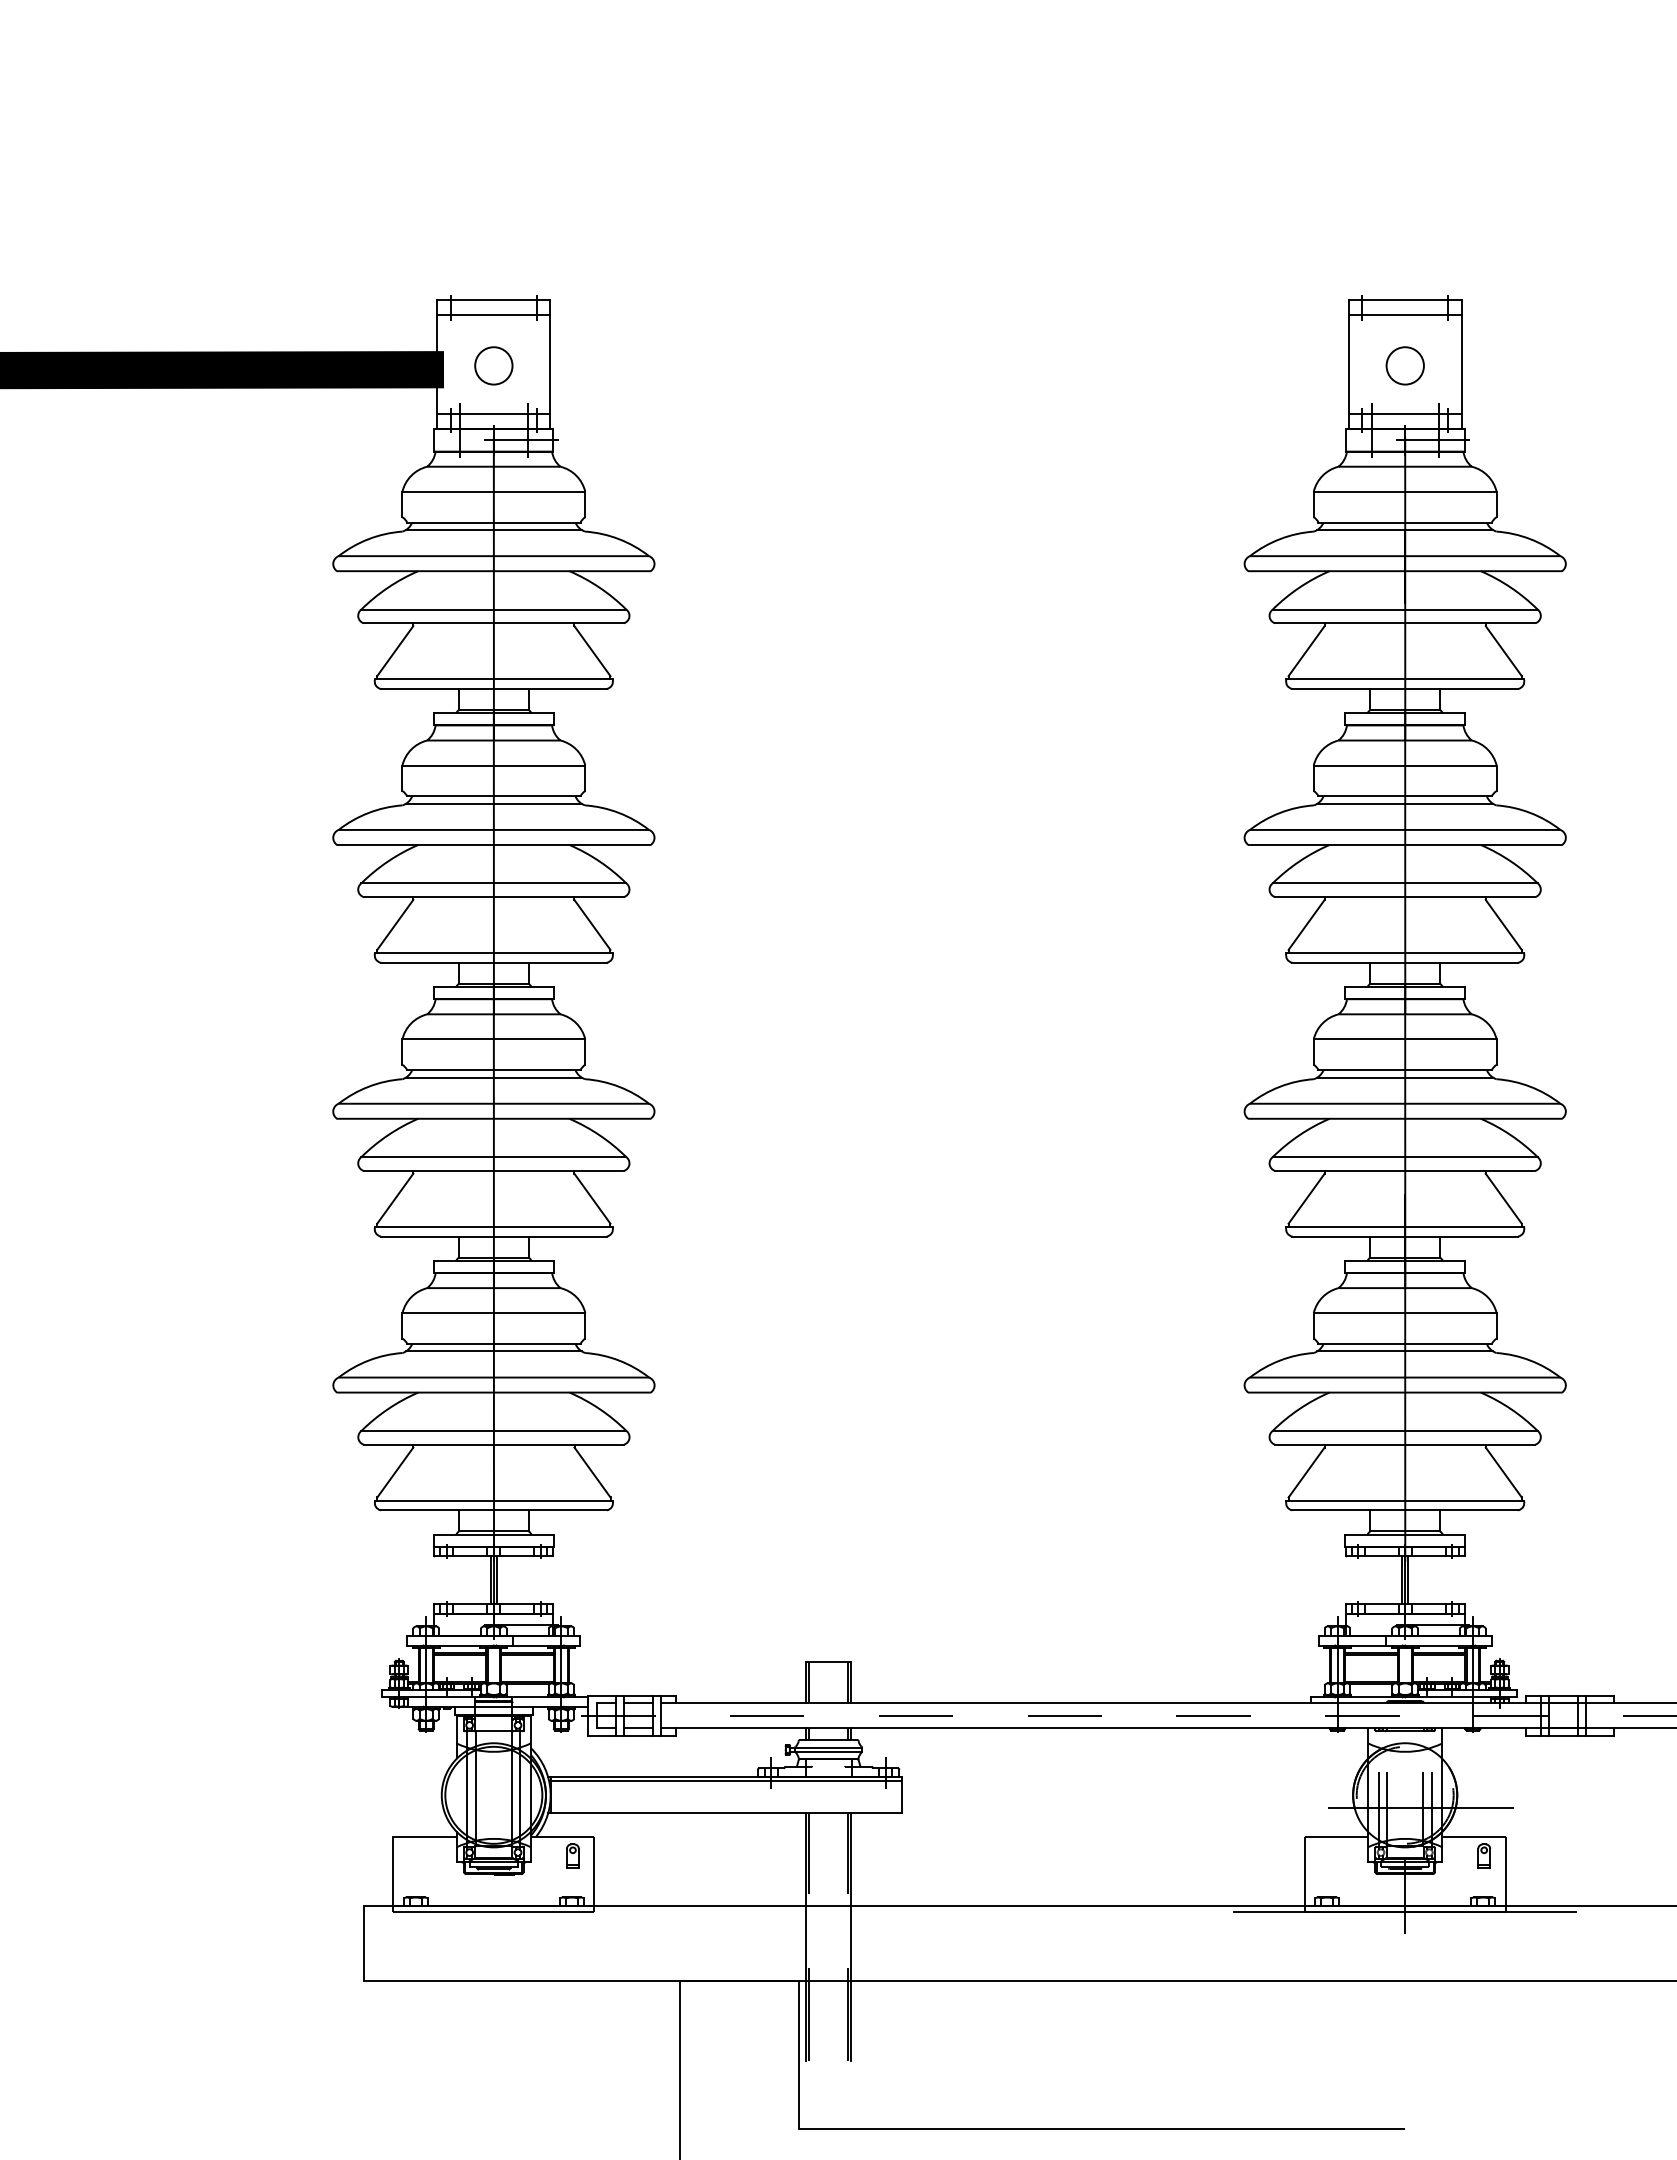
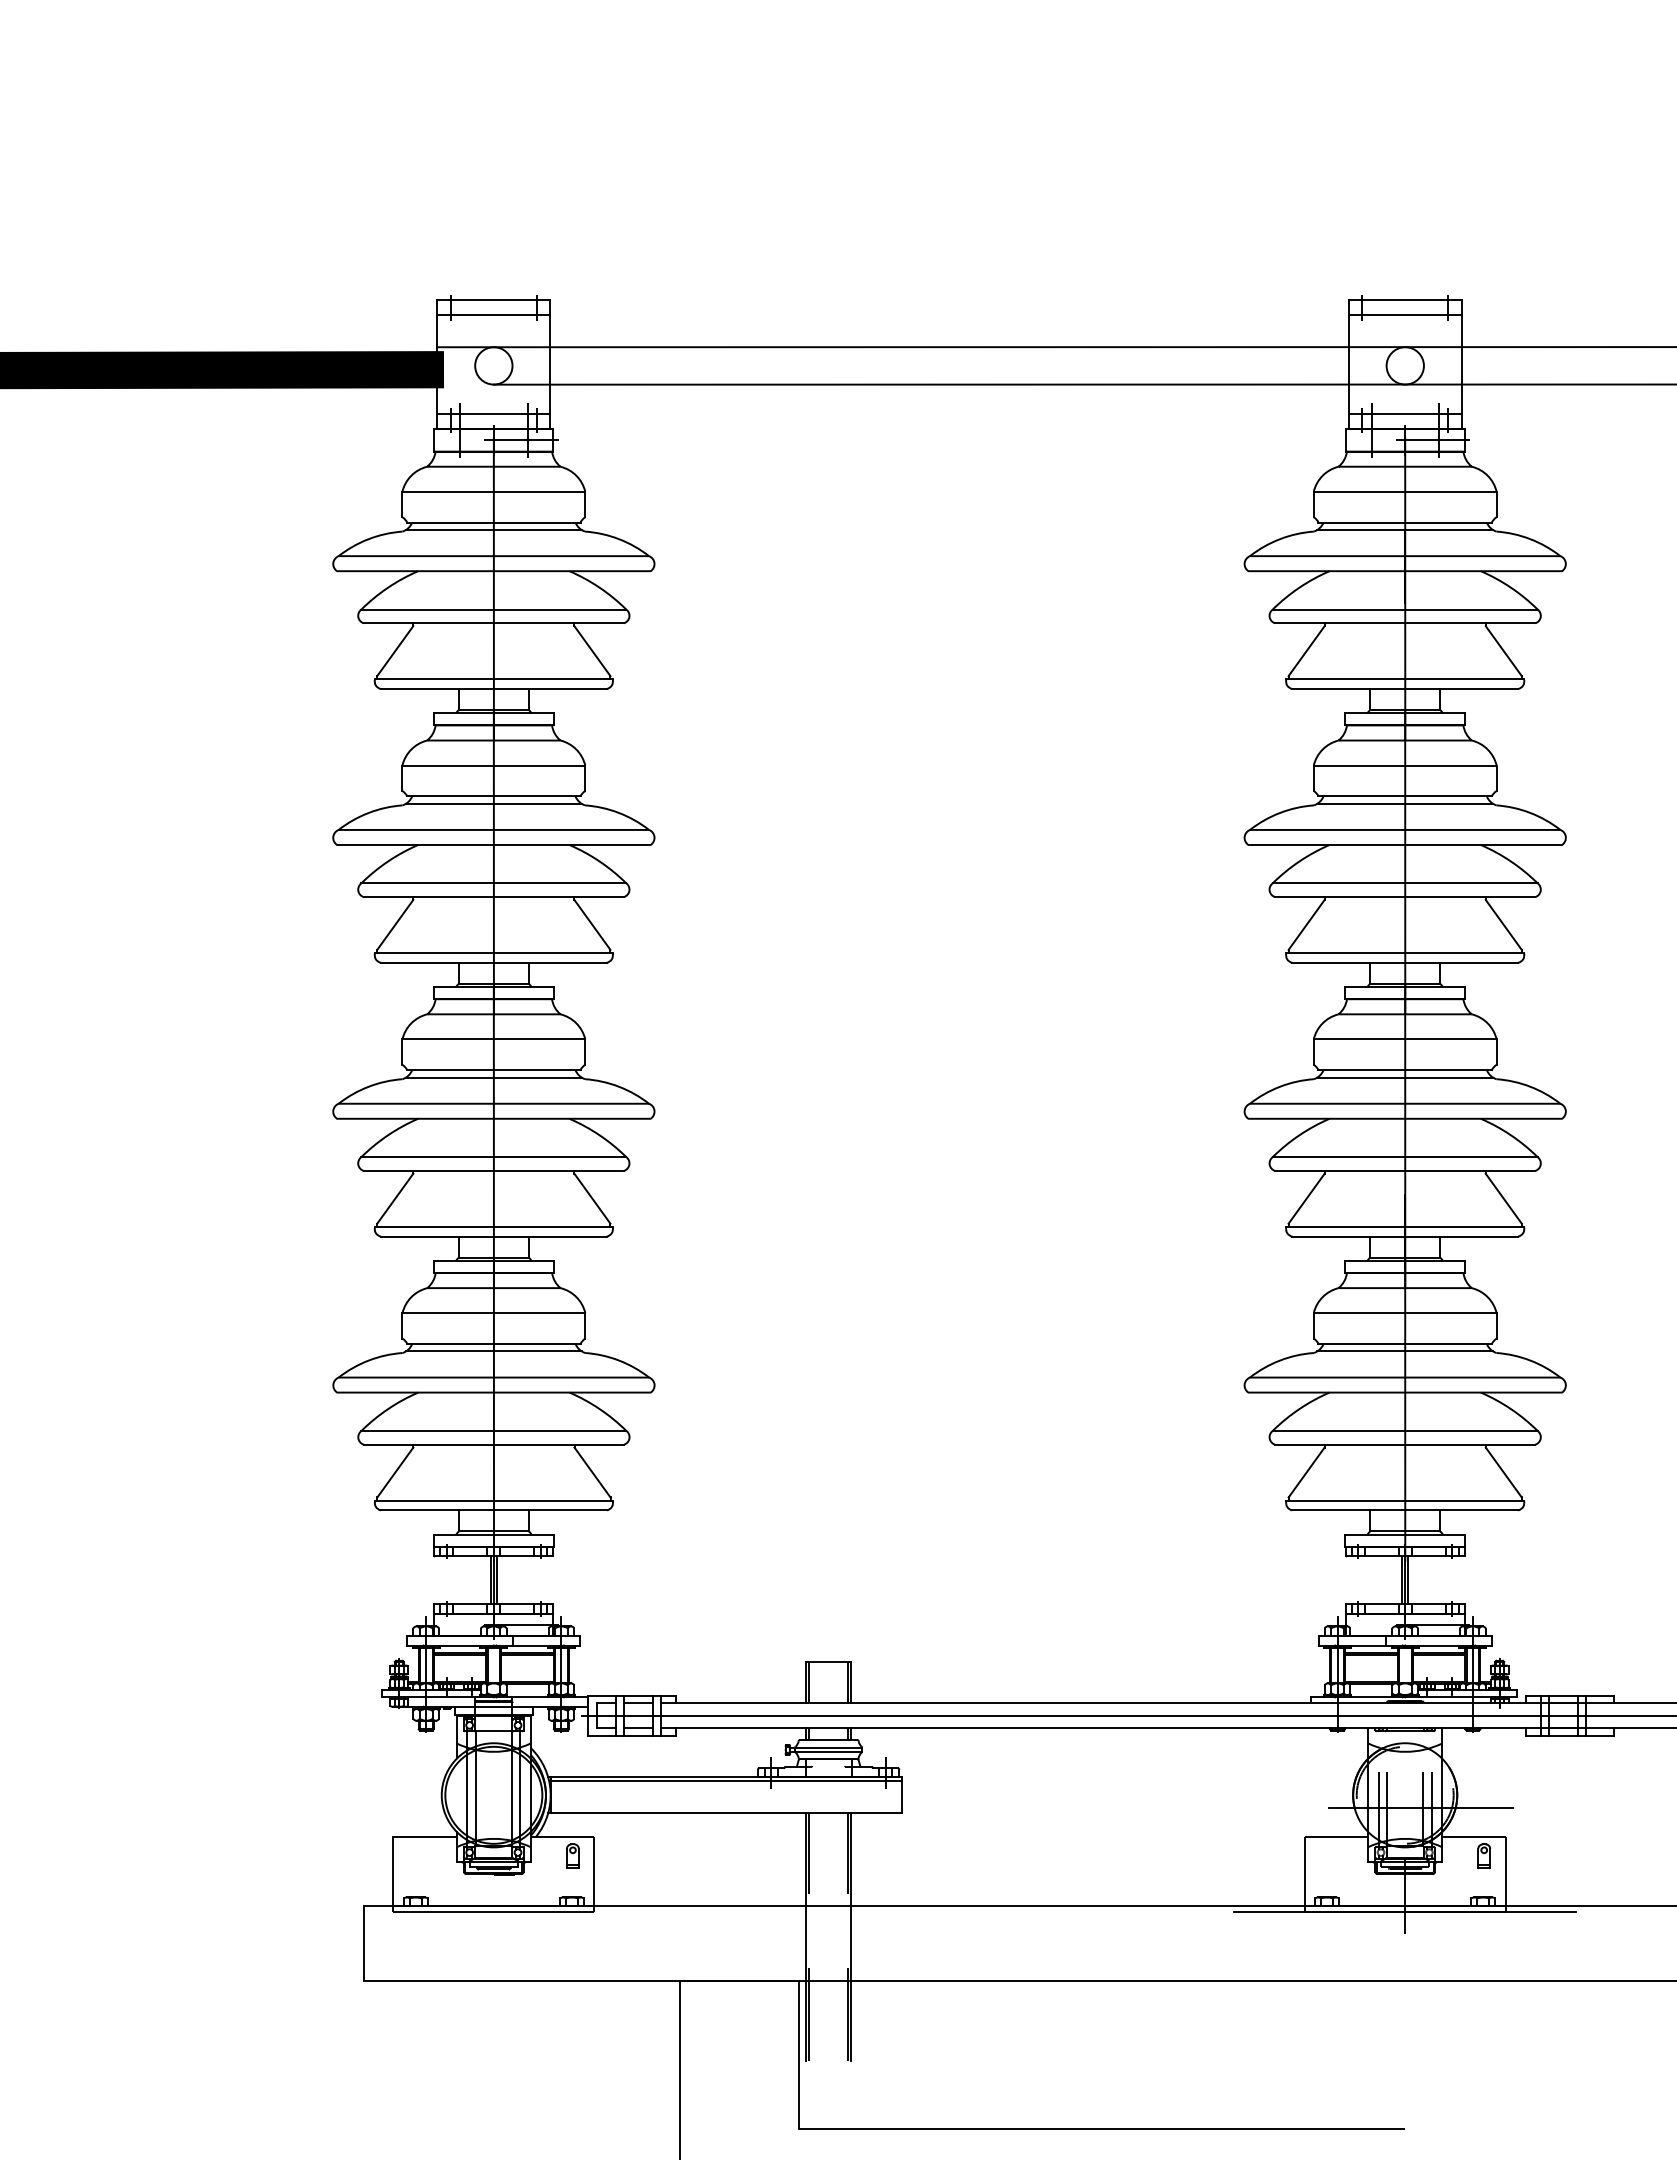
line at (1055, 347): none -> present
line at (1083, 384): none -> present
line at (1129, 1715): dashed -> solid
